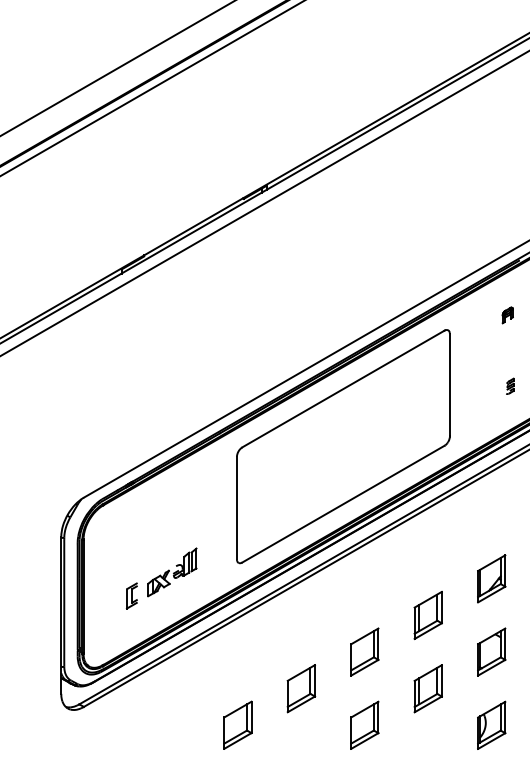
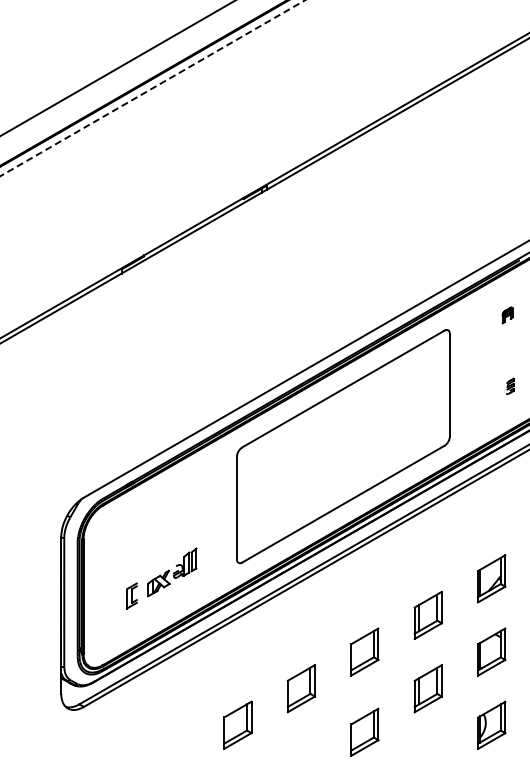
line at (152, 88): solid -> dashed
line at (264, 203): present -> none
part at (364, 724) position: (364, 724) -> (364, 731)
